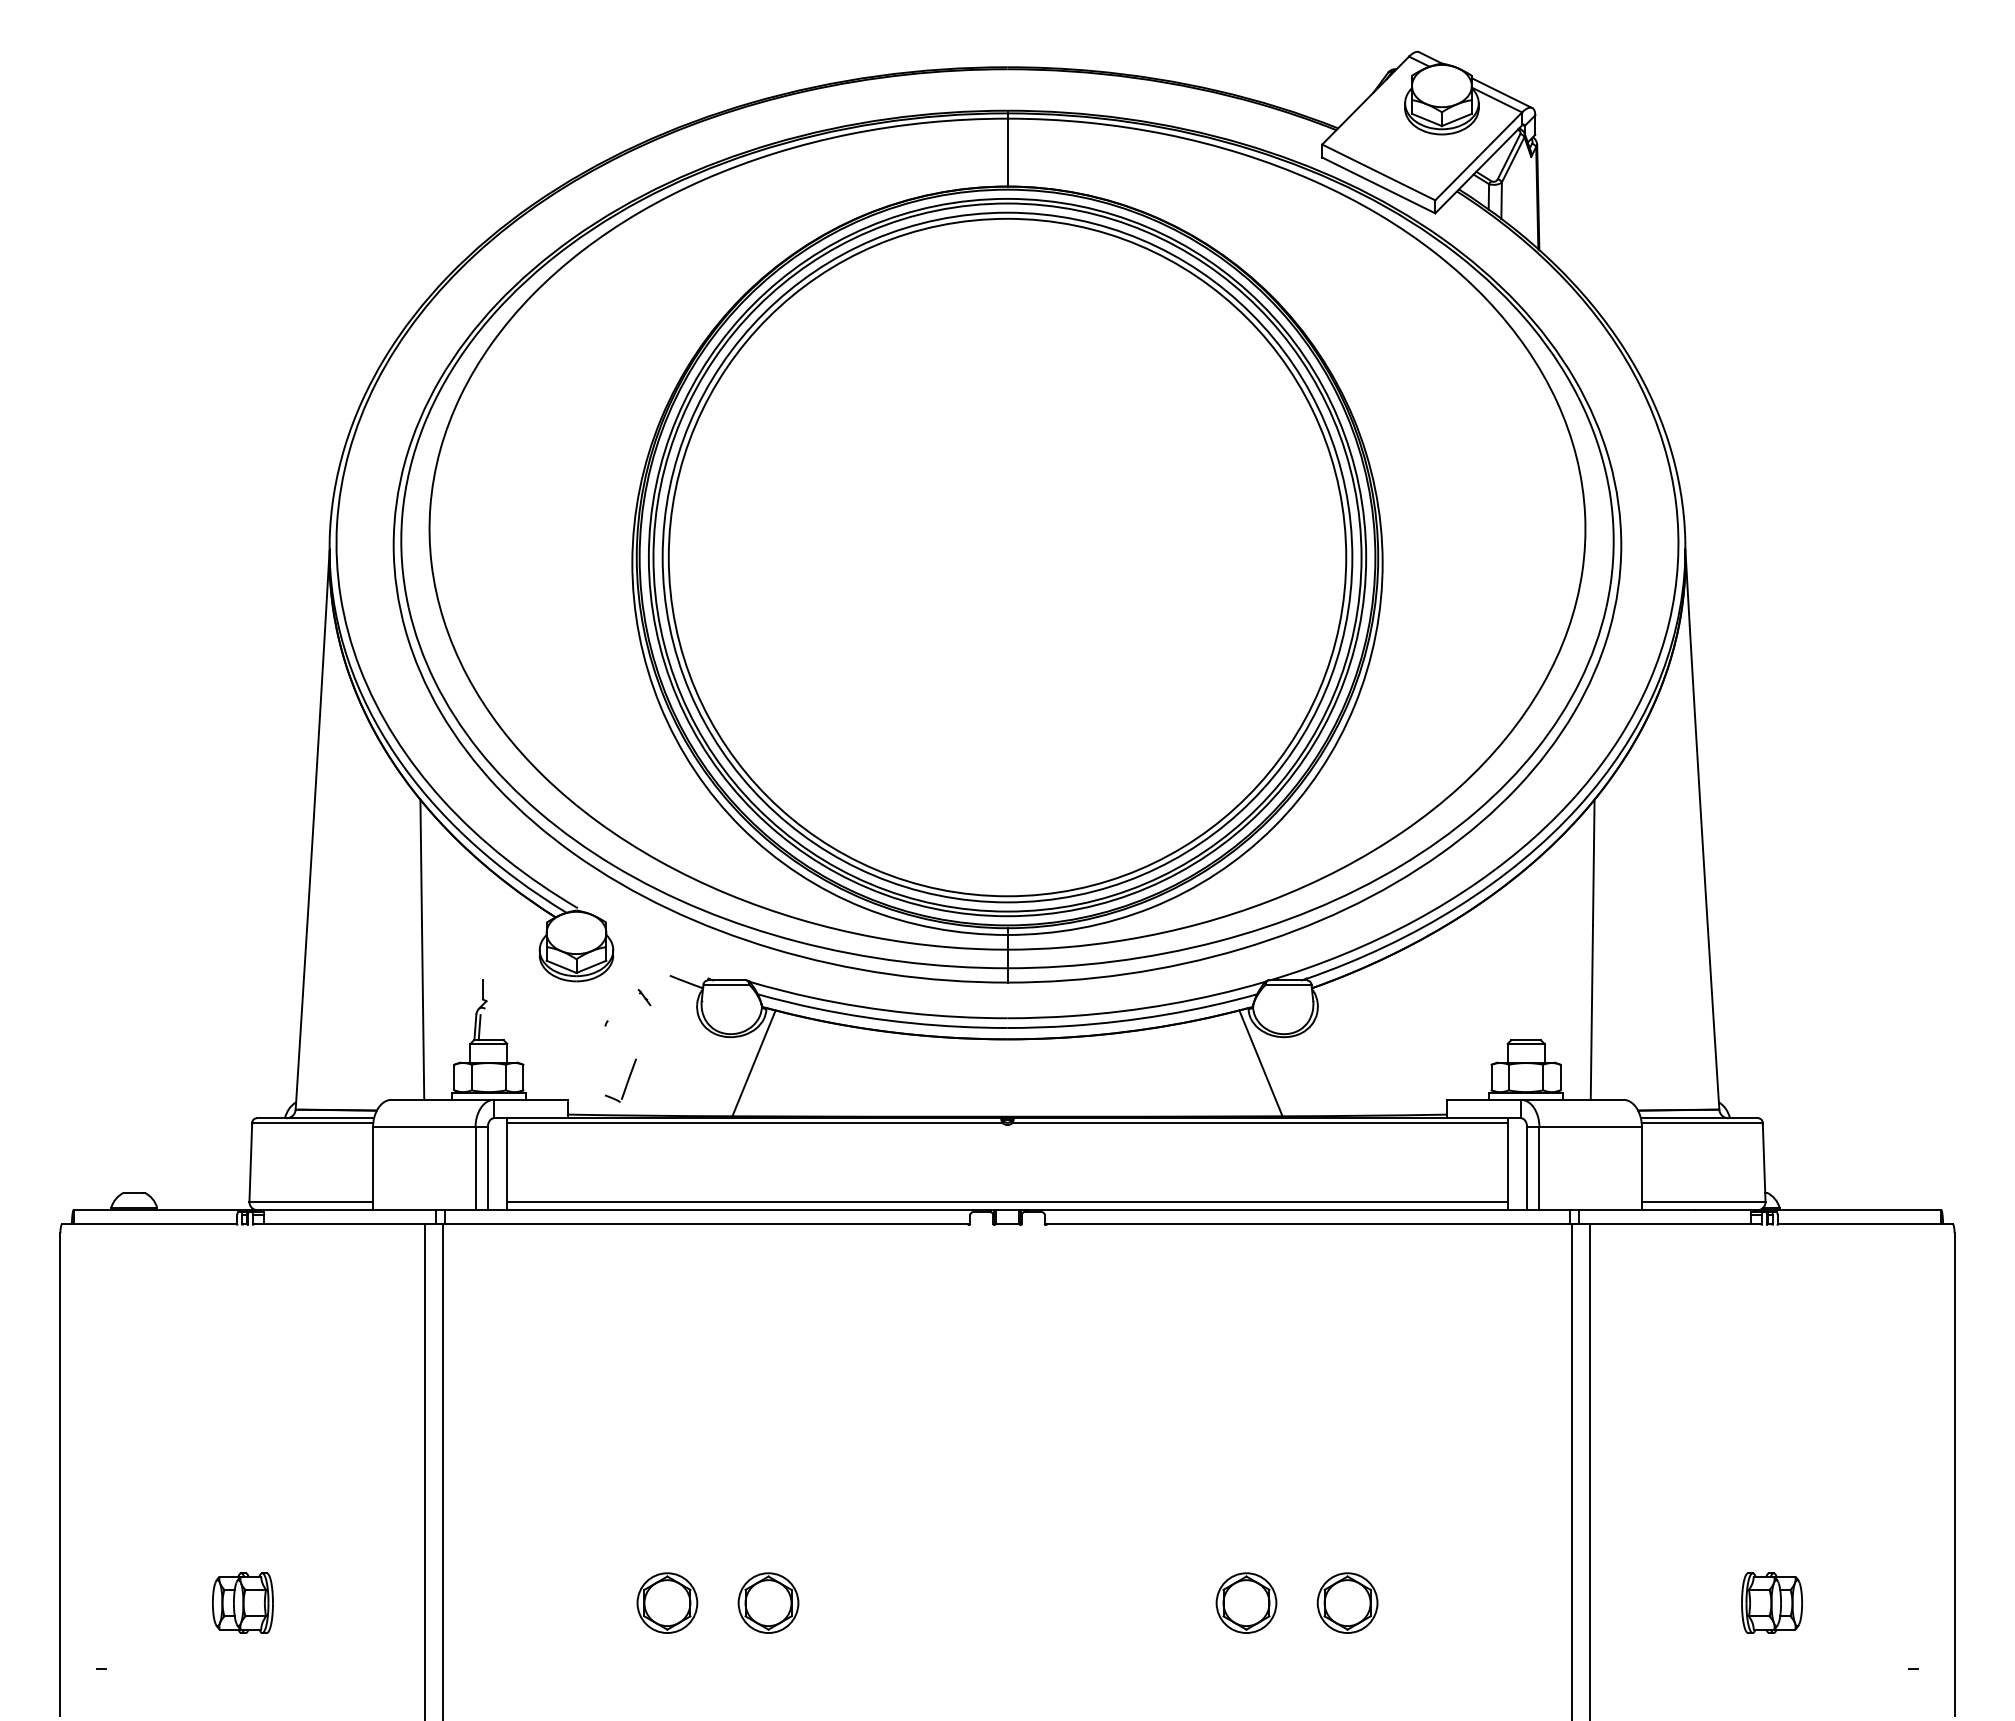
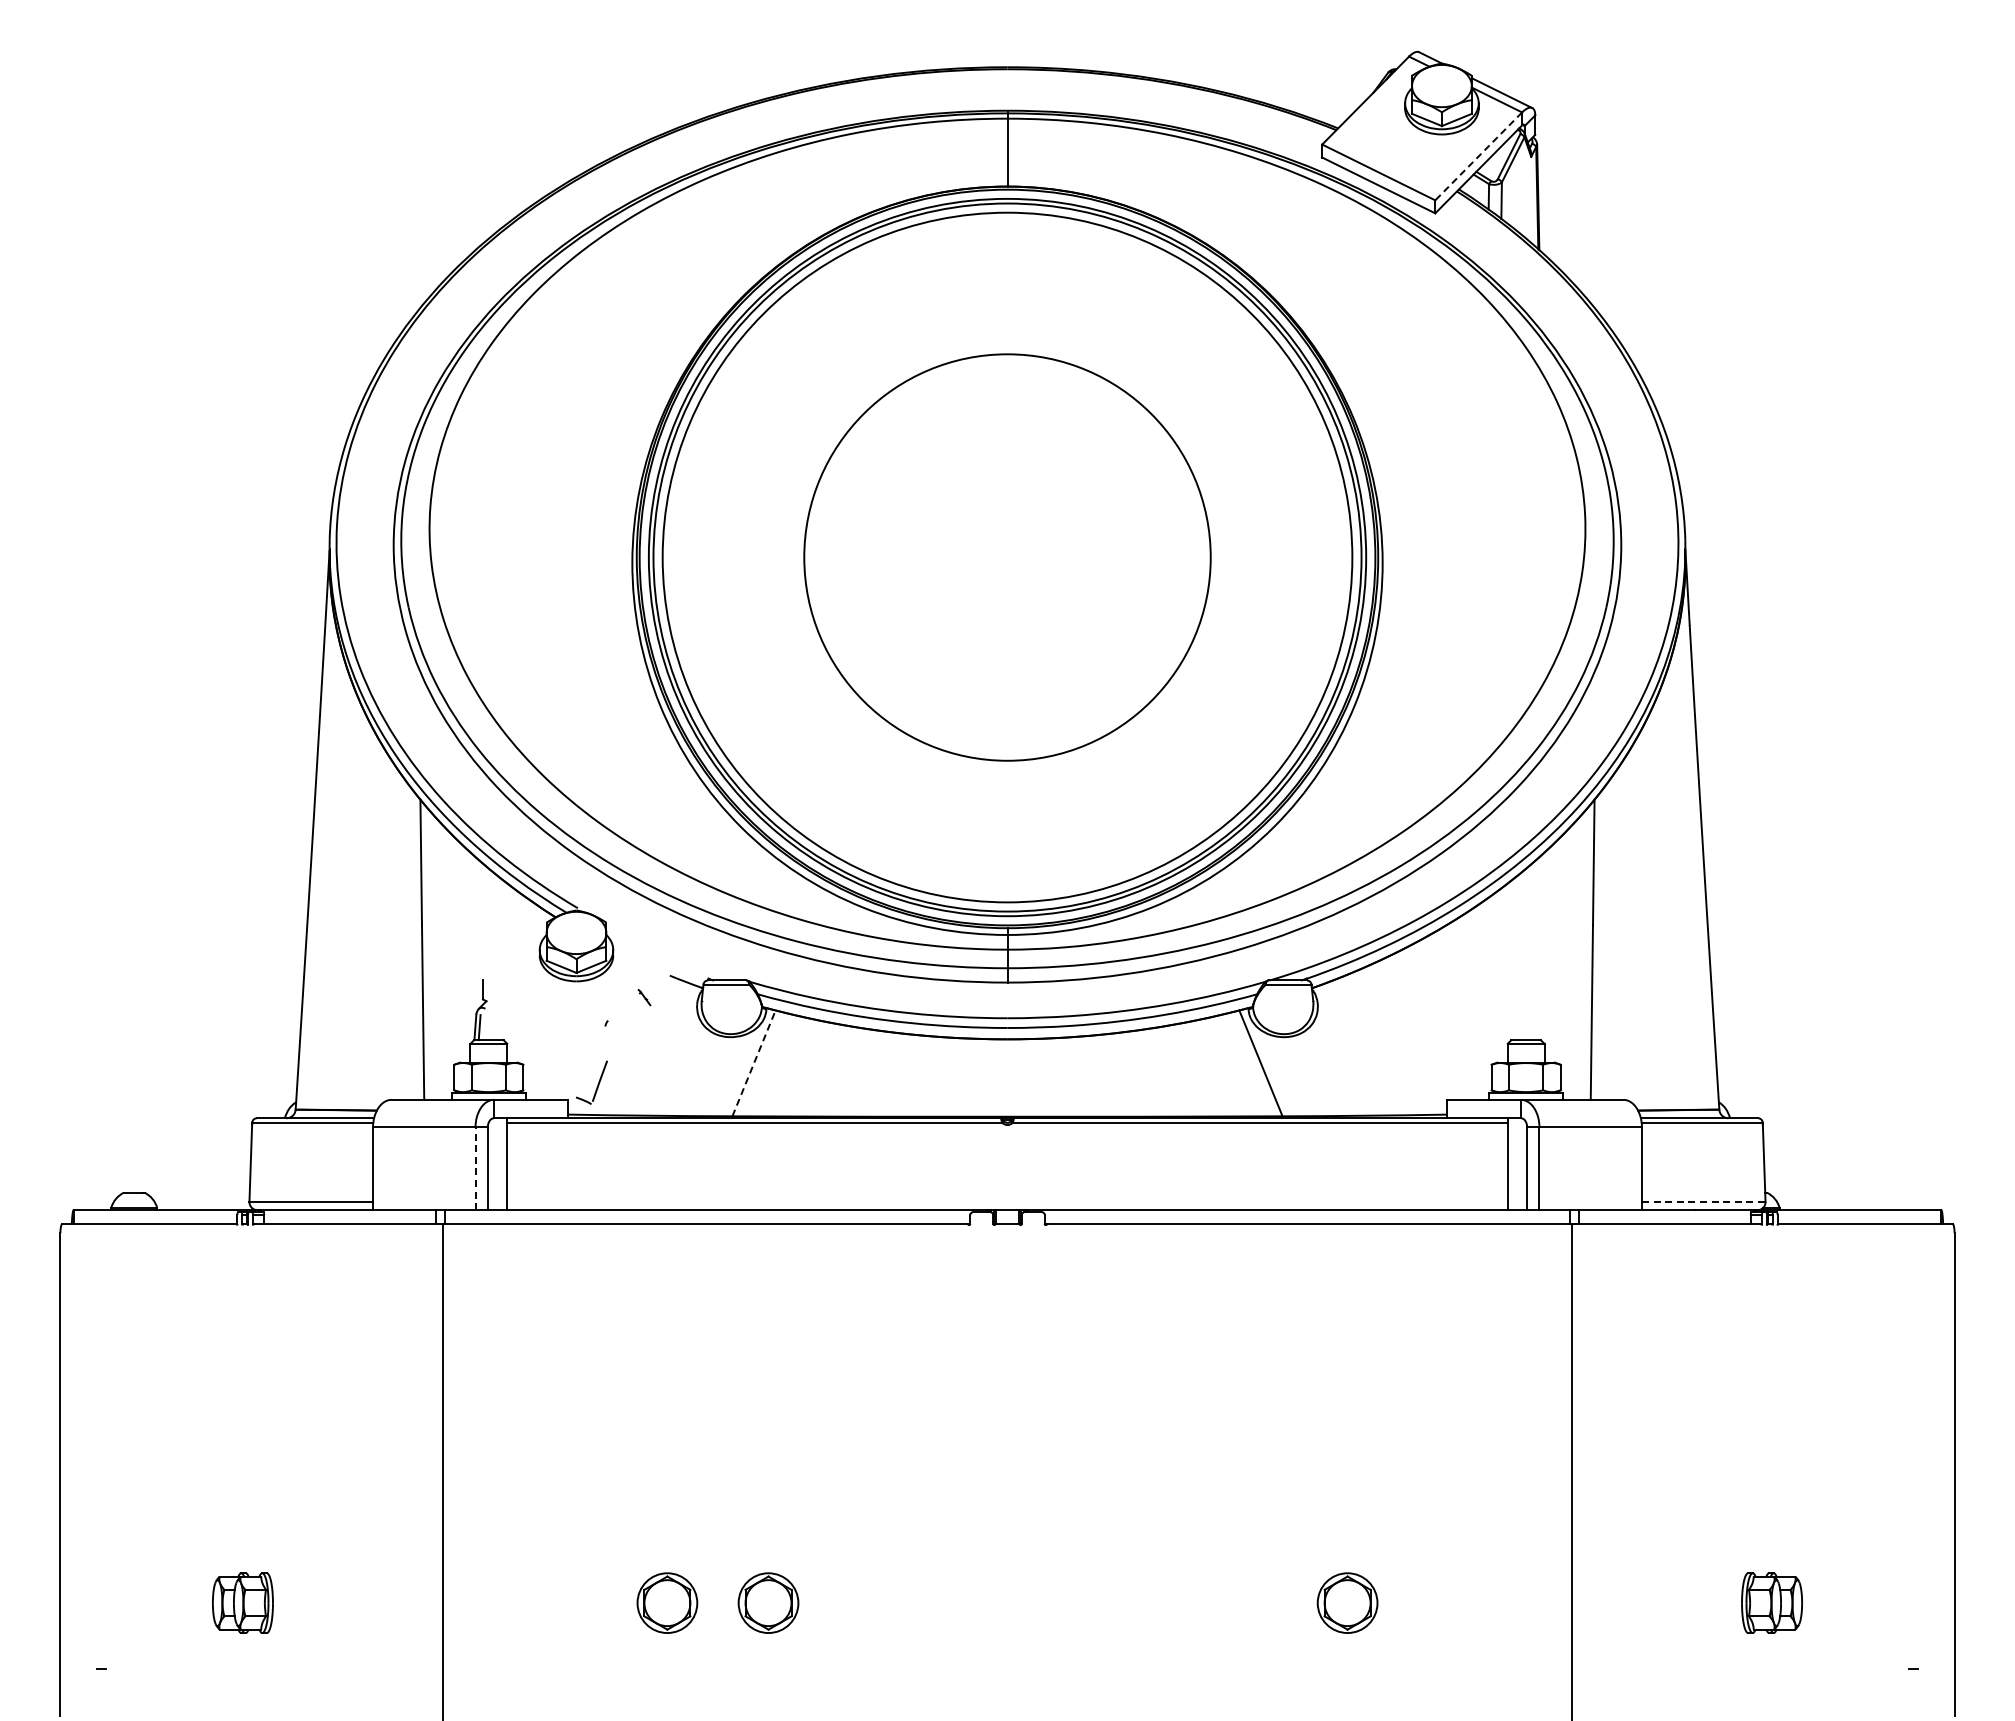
line at (1478, 156): solid -> dashed
circle at (1007, 557) diameter: 677 px -> 406 px
line at (754, 1062): solid -> dashed
part at (626, 1082) position: (626, 1082) -> (597, 1084)
line at (475, 1168): solid -> dashed
line at (1007, 1201): present -> none
line at (1703, 1201): solid -> dashed
line at (425, 1470): present -> none
line at (1589, 1470): present -> none
part at (1246, 1602): present -> none
